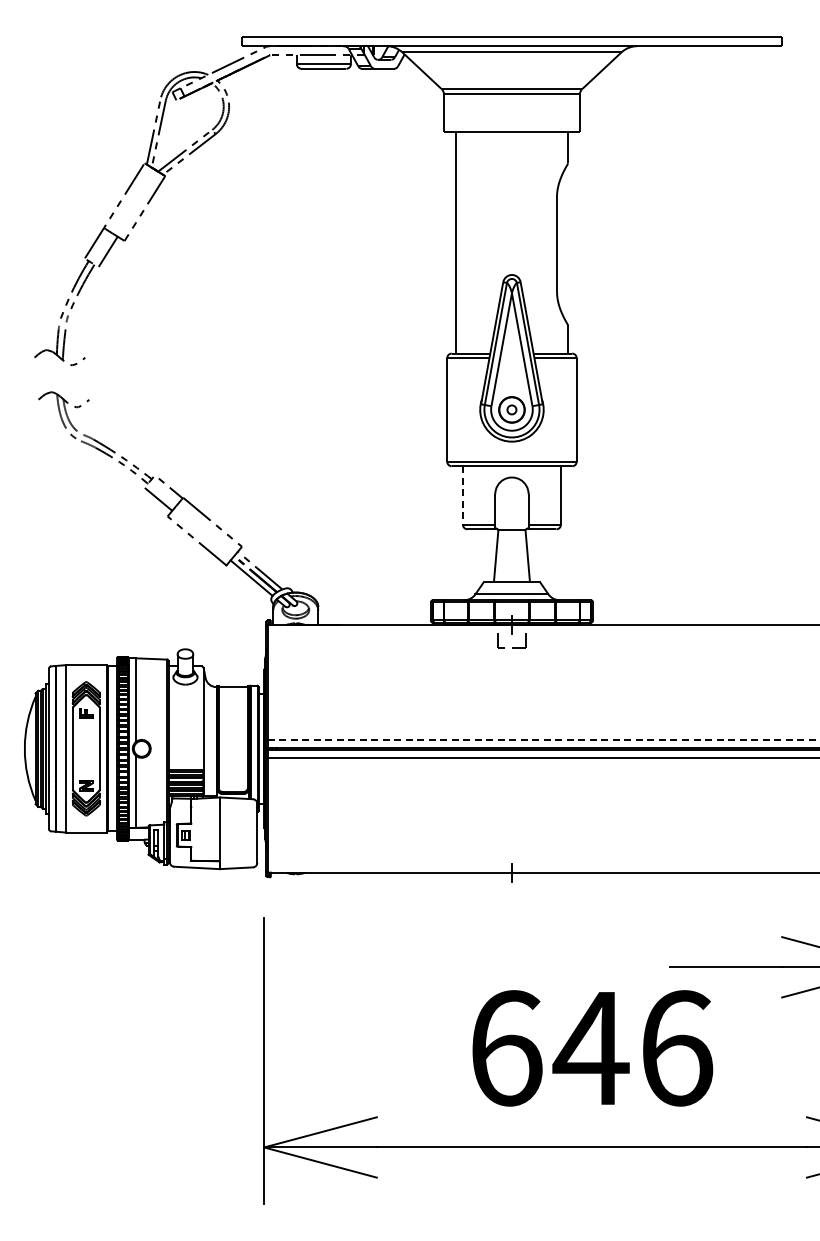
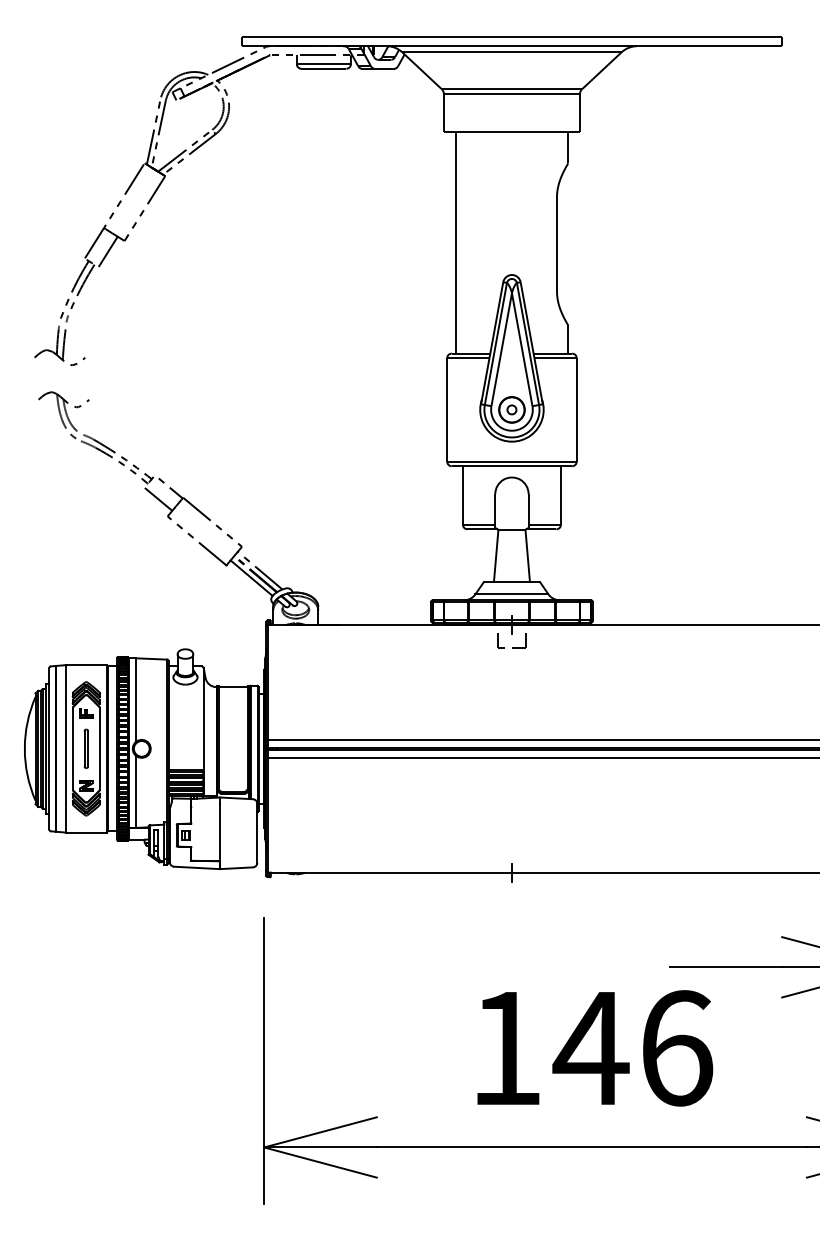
line at (462, 496): dashed -> solid
line at (543, 739): dashed -> solid
part at (85, 748): none -> present
text at (507, 1048): 646 -> 146
